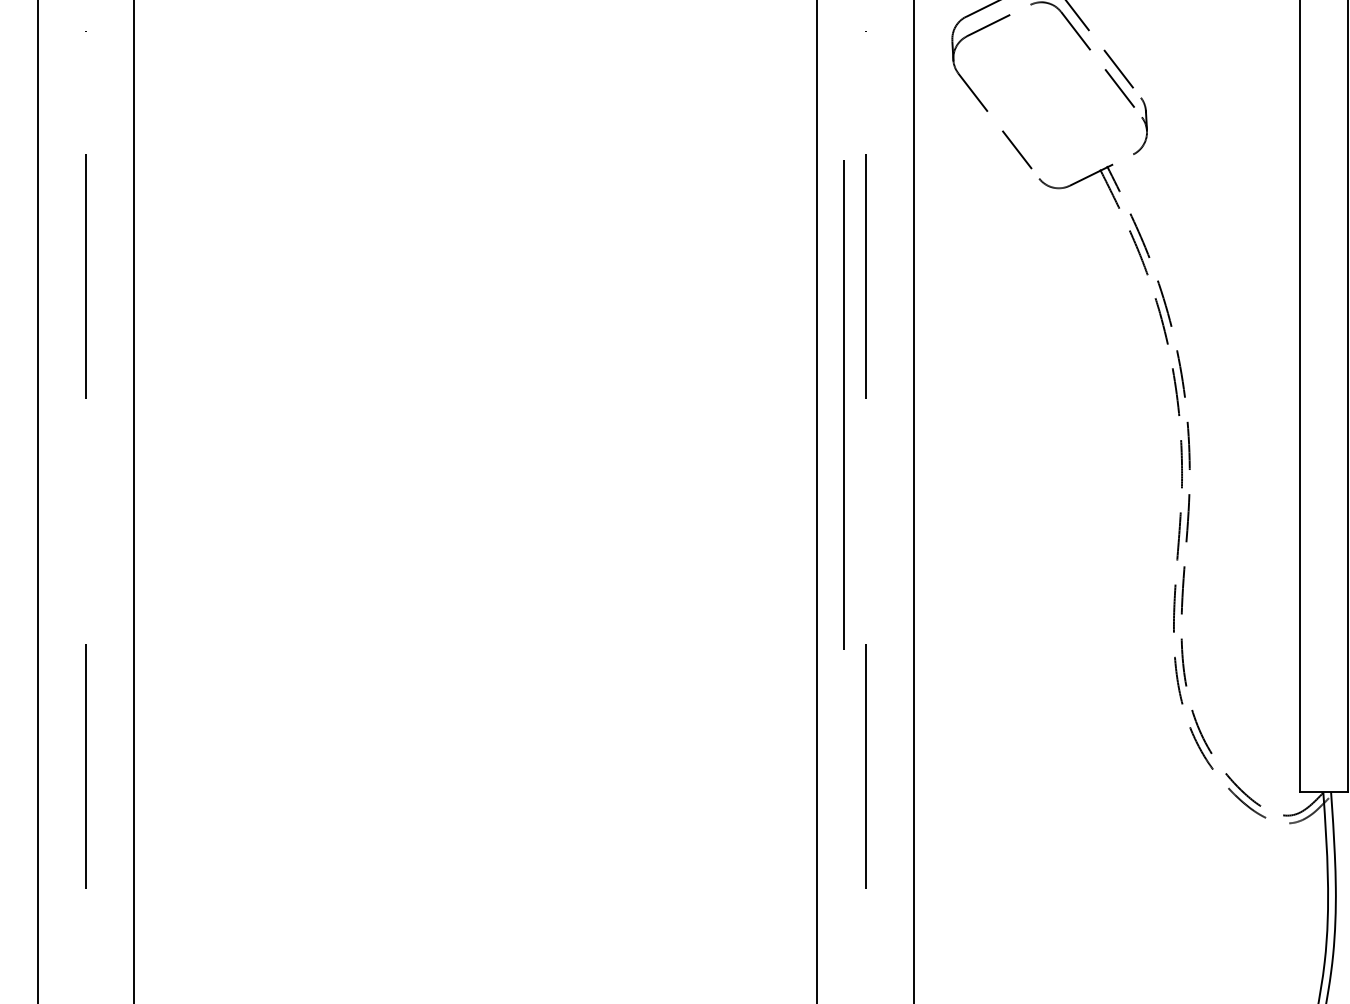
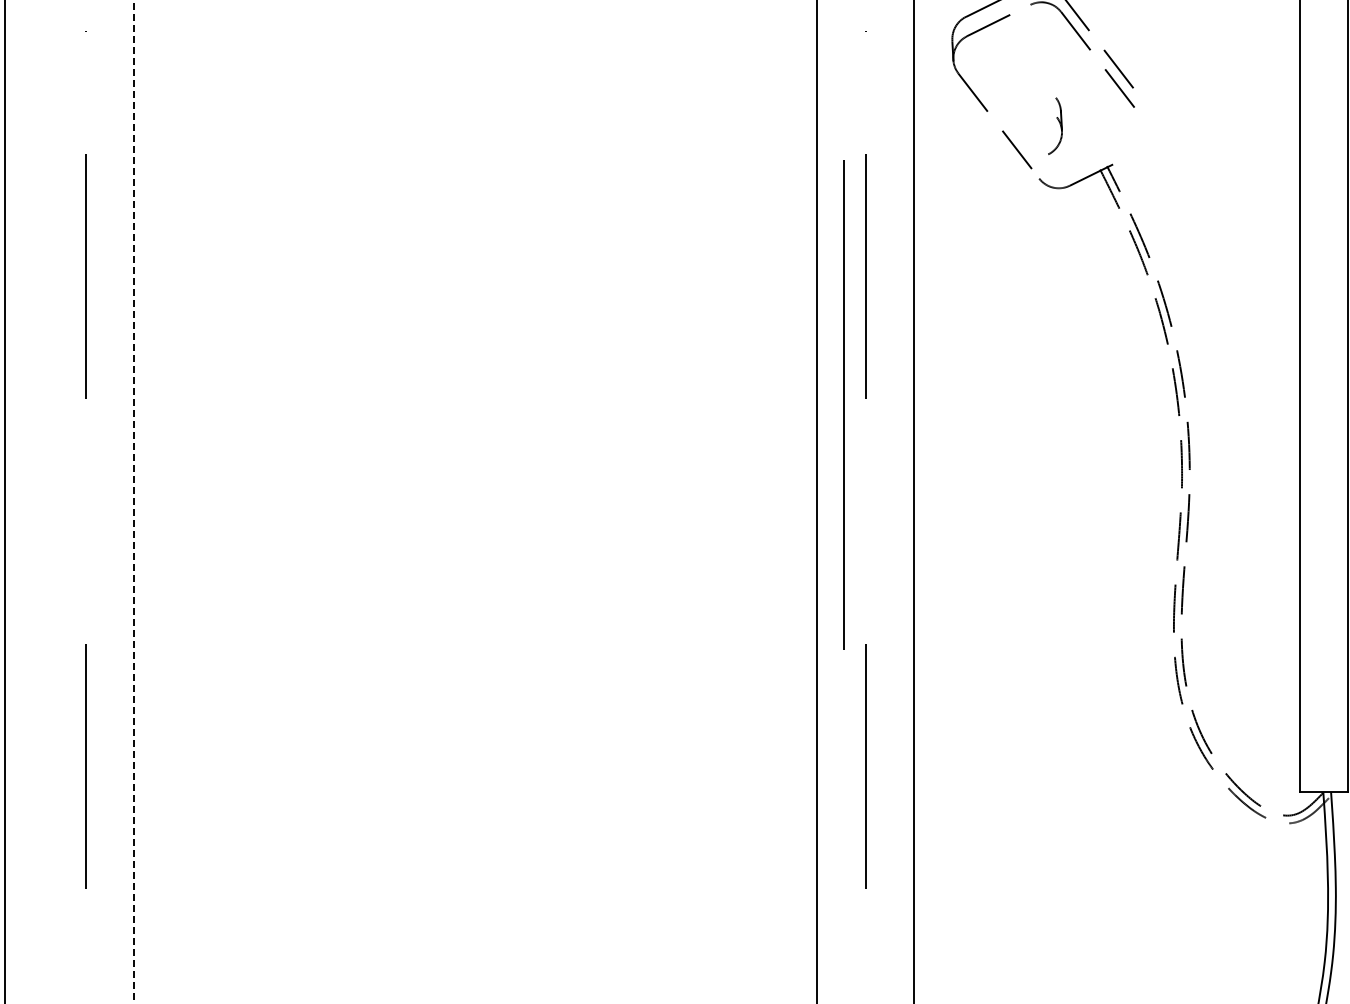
part at (1140, 125) position: (1140, 125) -> (1055, 125)
line at (37, 501) position: (37, 501) -> (4, 501)
line at (134, 501): solid -> dashed
